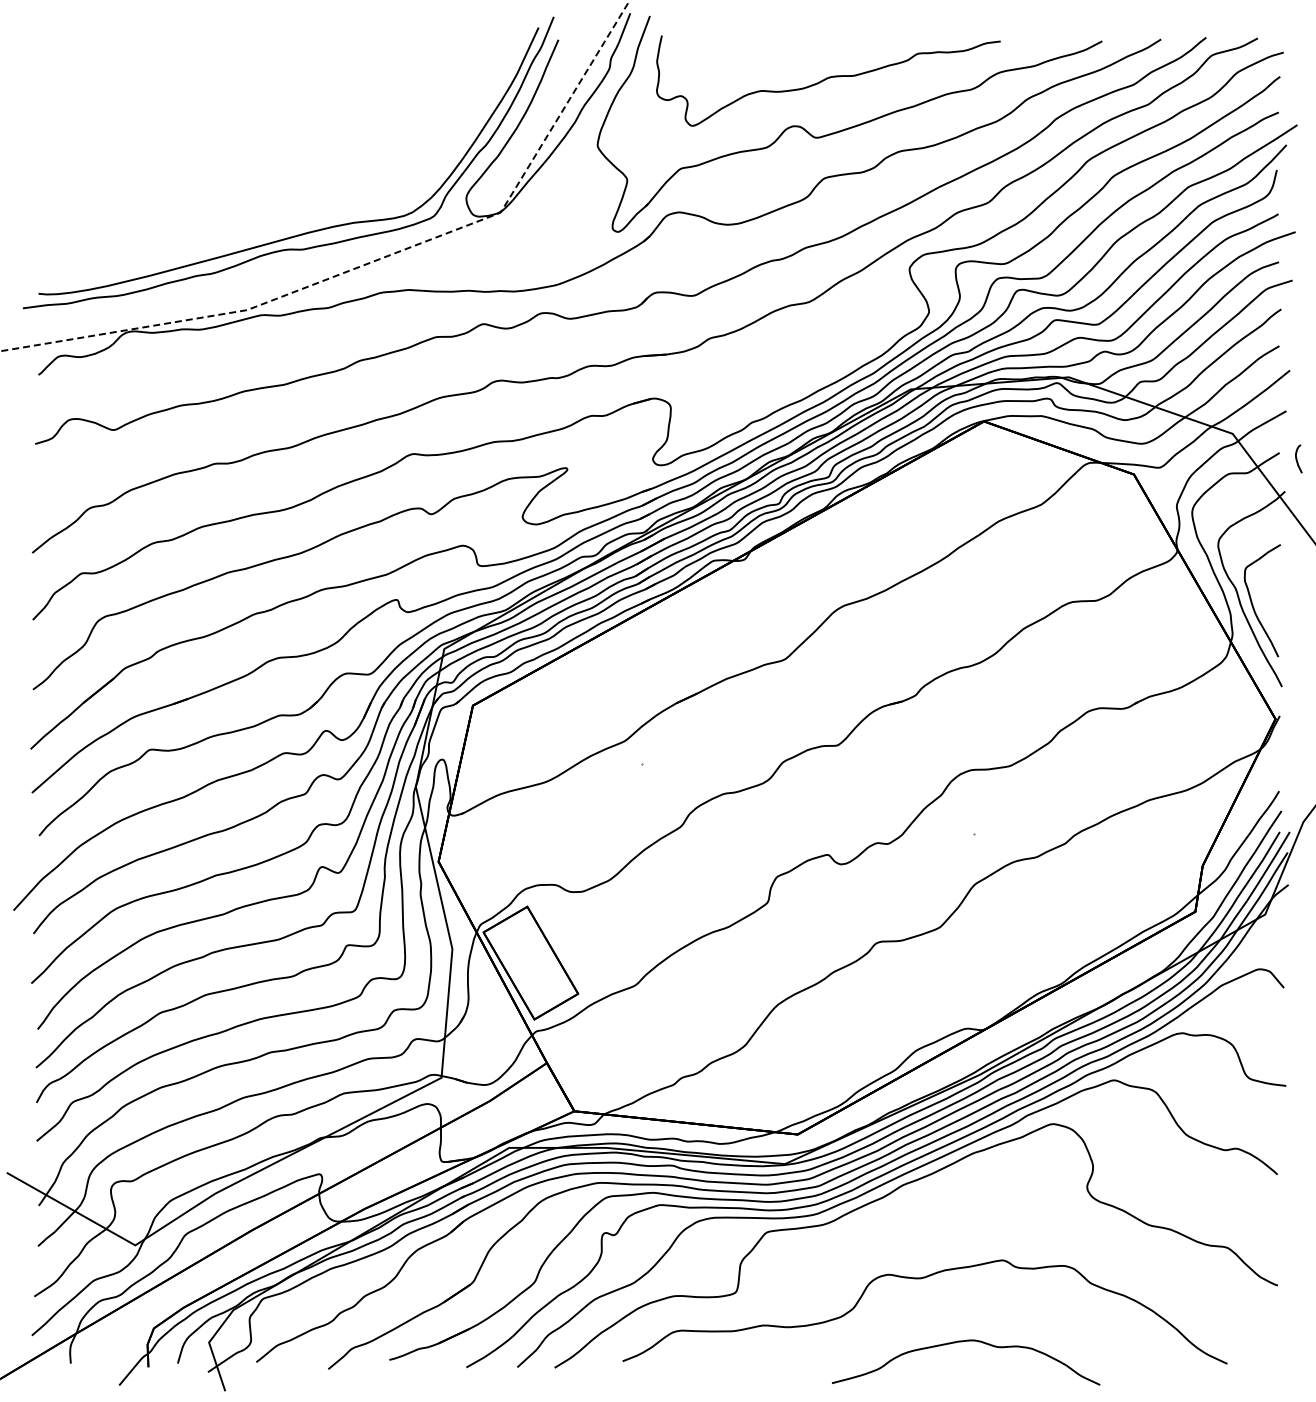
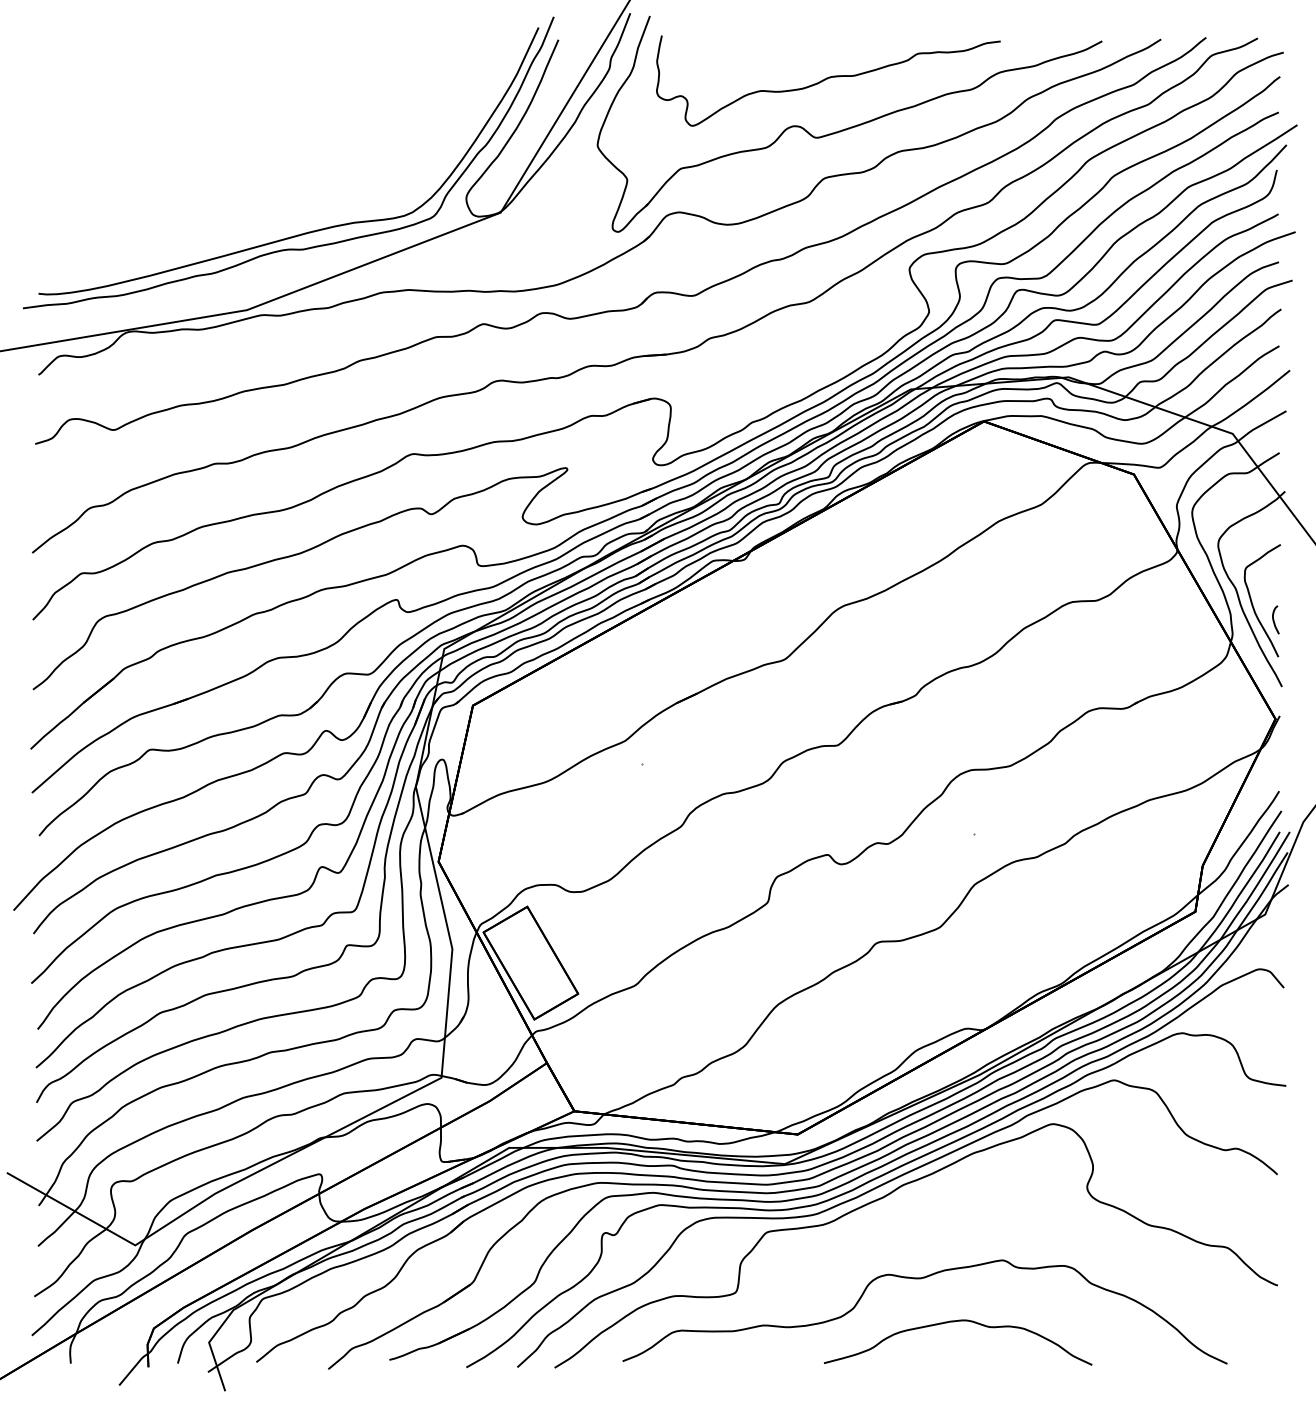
line at (372, 261): dashed -> solid
curve at (1297, 458) position: (1297, 458) -> (1274, 619)
part at (962, 1342) position: (962, 1342) -> (954, 1322)
